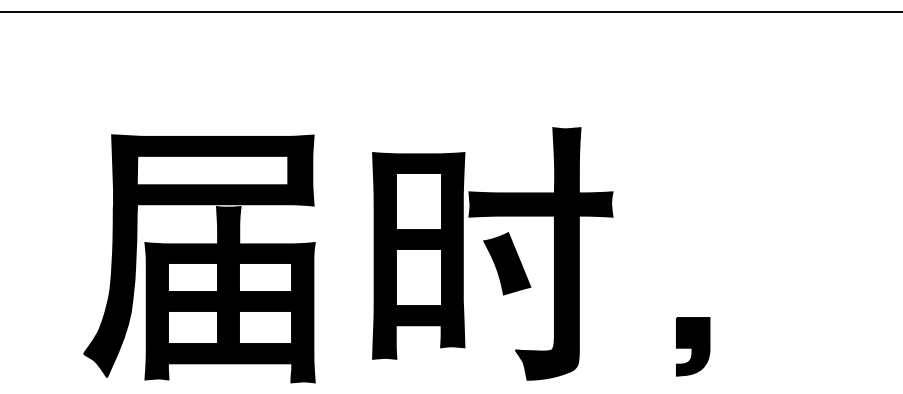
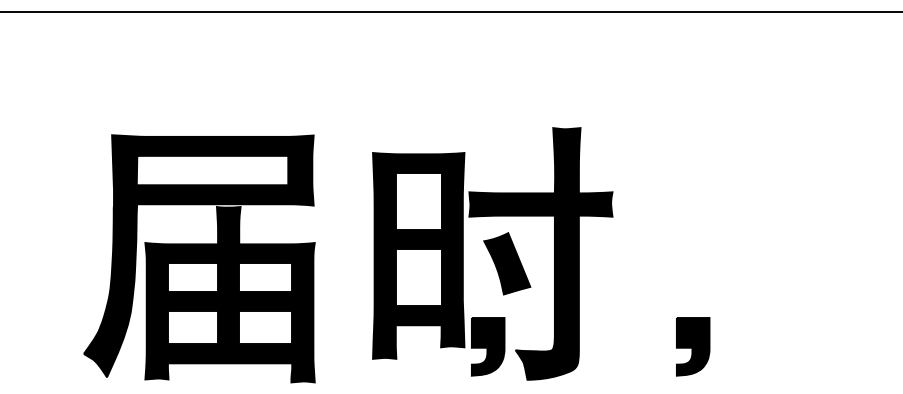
part at (488, 346): none -> present
